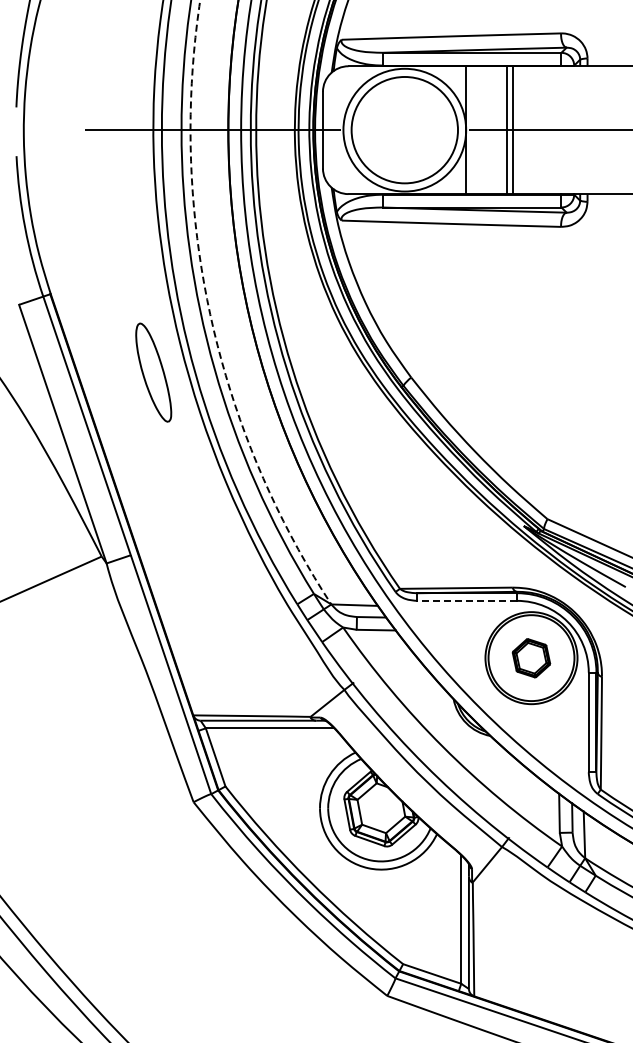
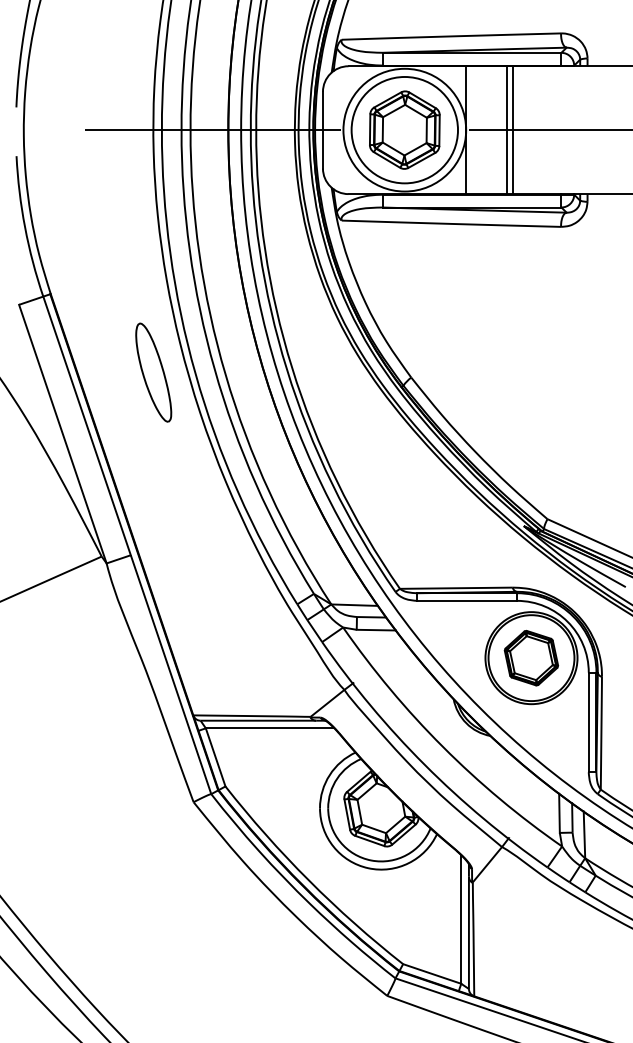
part at (404, 129): none -> present
arc at (209, 312): dashed -> solid
line at (467, 600): dashed -> solid
part at (531, 658) size: 41x41 px -> 57x57 px
